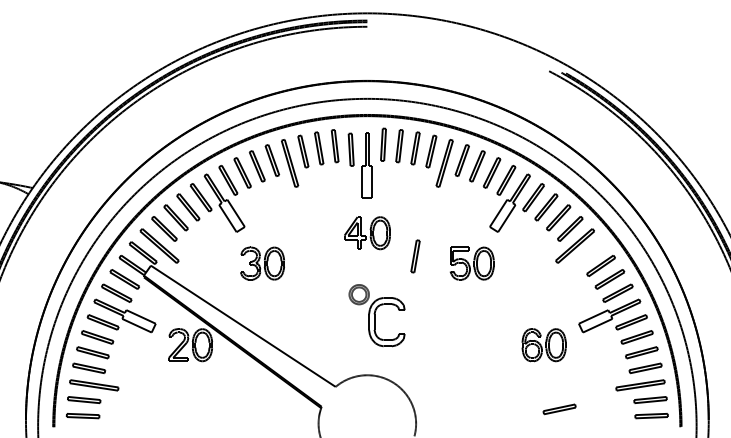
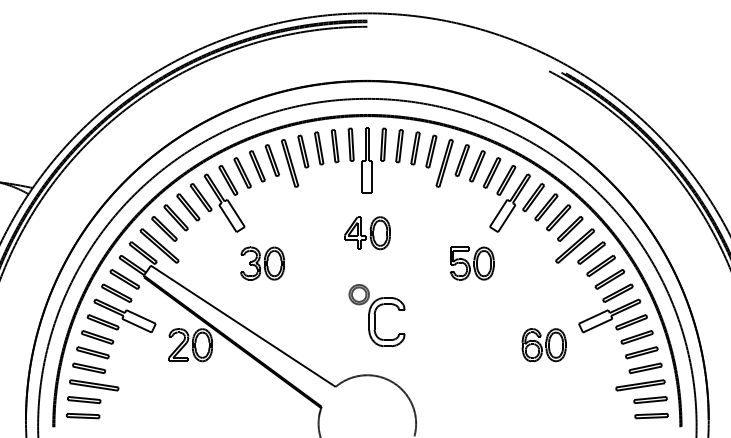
part at (359, 165) position: (359, 165) -> (359, 160)
part at (591, 252): none -> present
part at (415, 256): present -> none
part at (559, 409): present -> none
